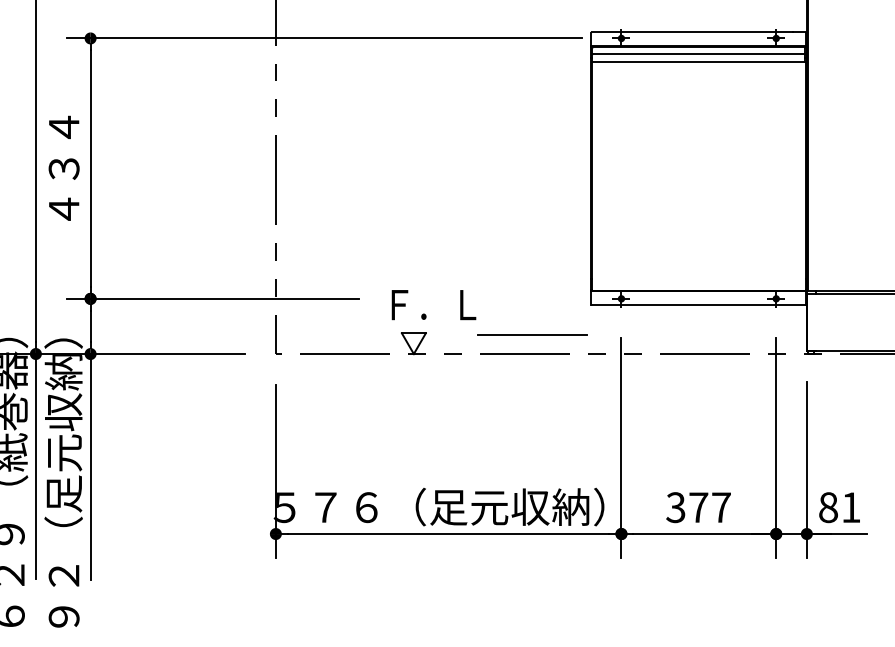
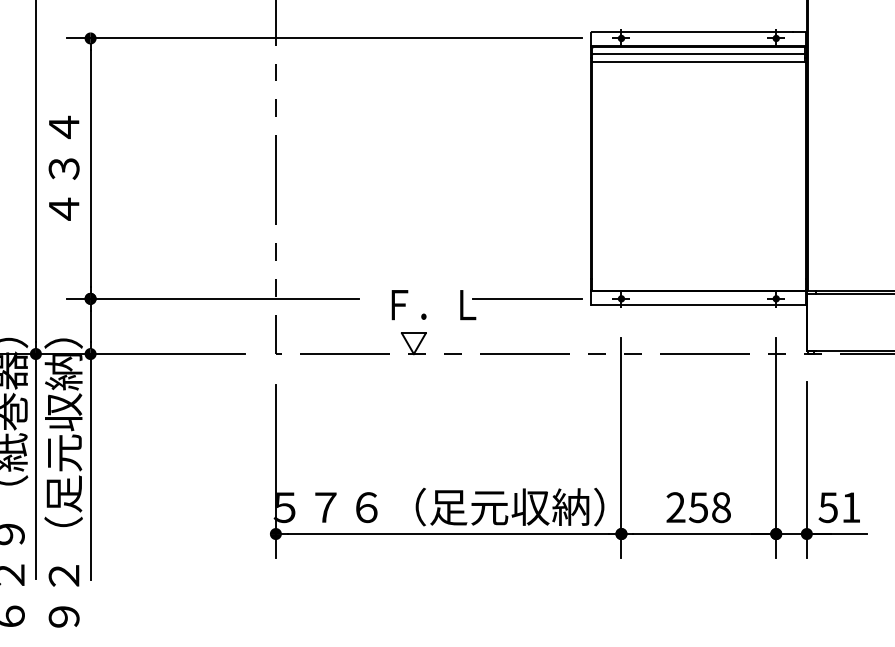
line at (532, 334) position: (532, 334) -> (527, 298)
text at (698, 507): 377 -> 258
text at (827, 507): 81 -> 51
